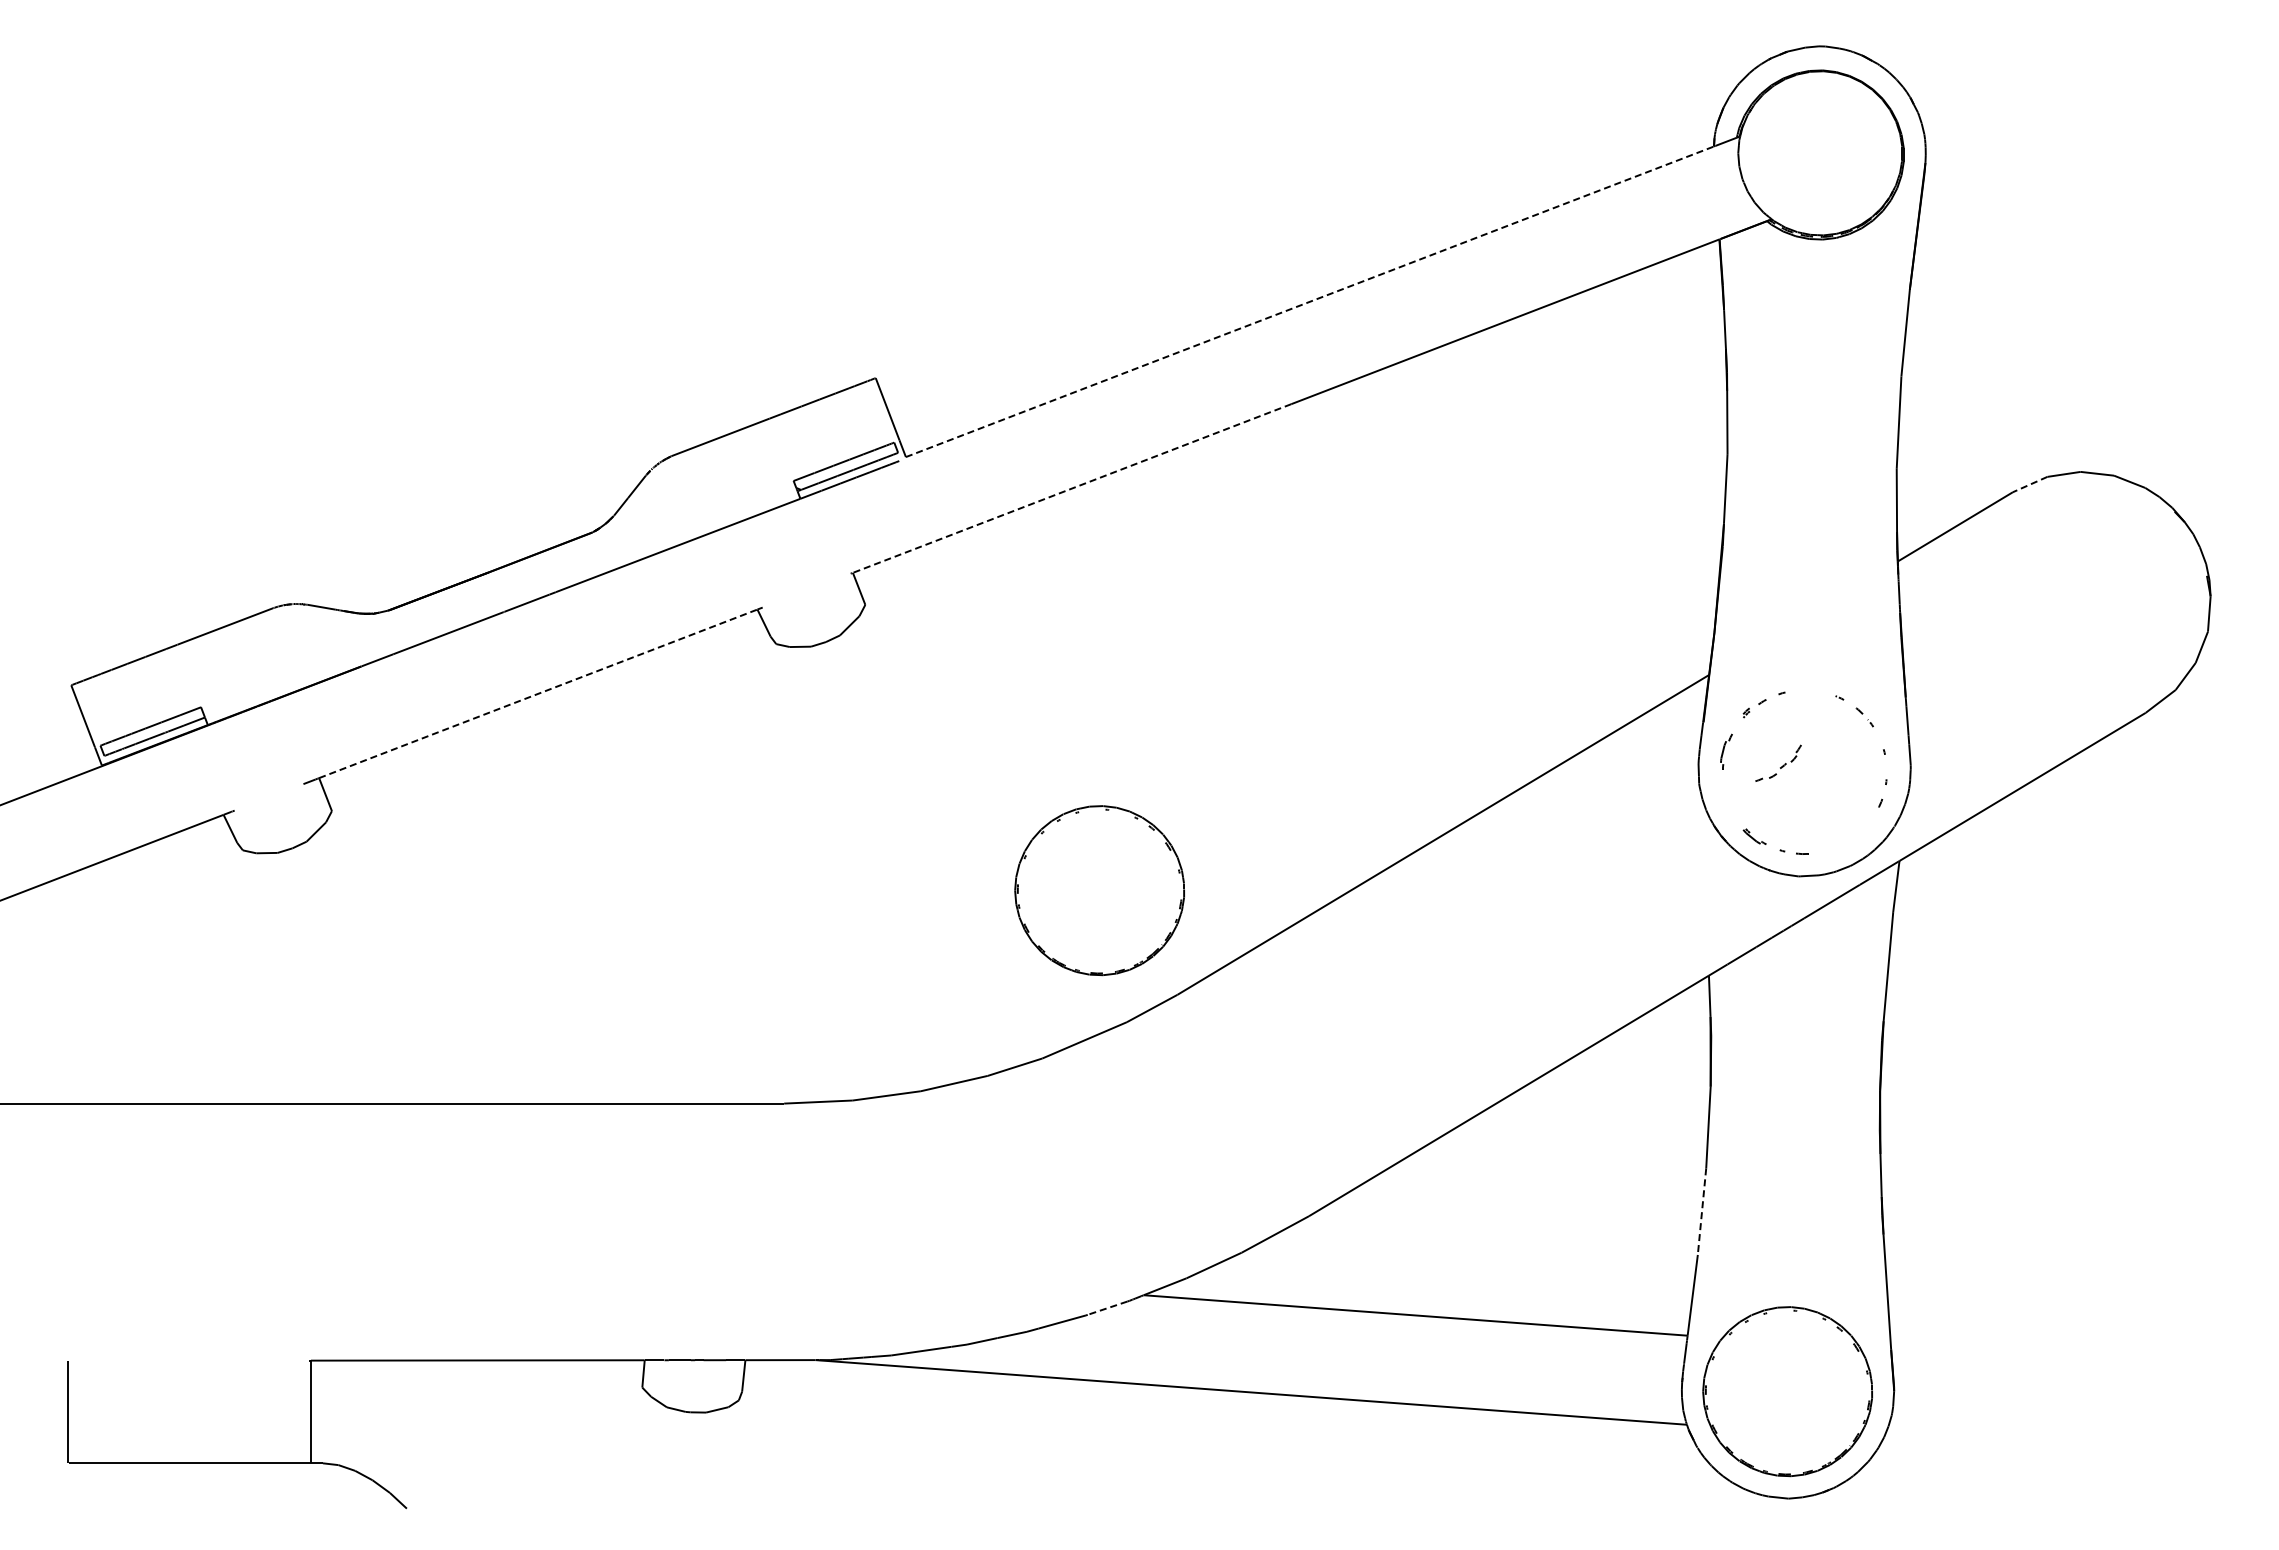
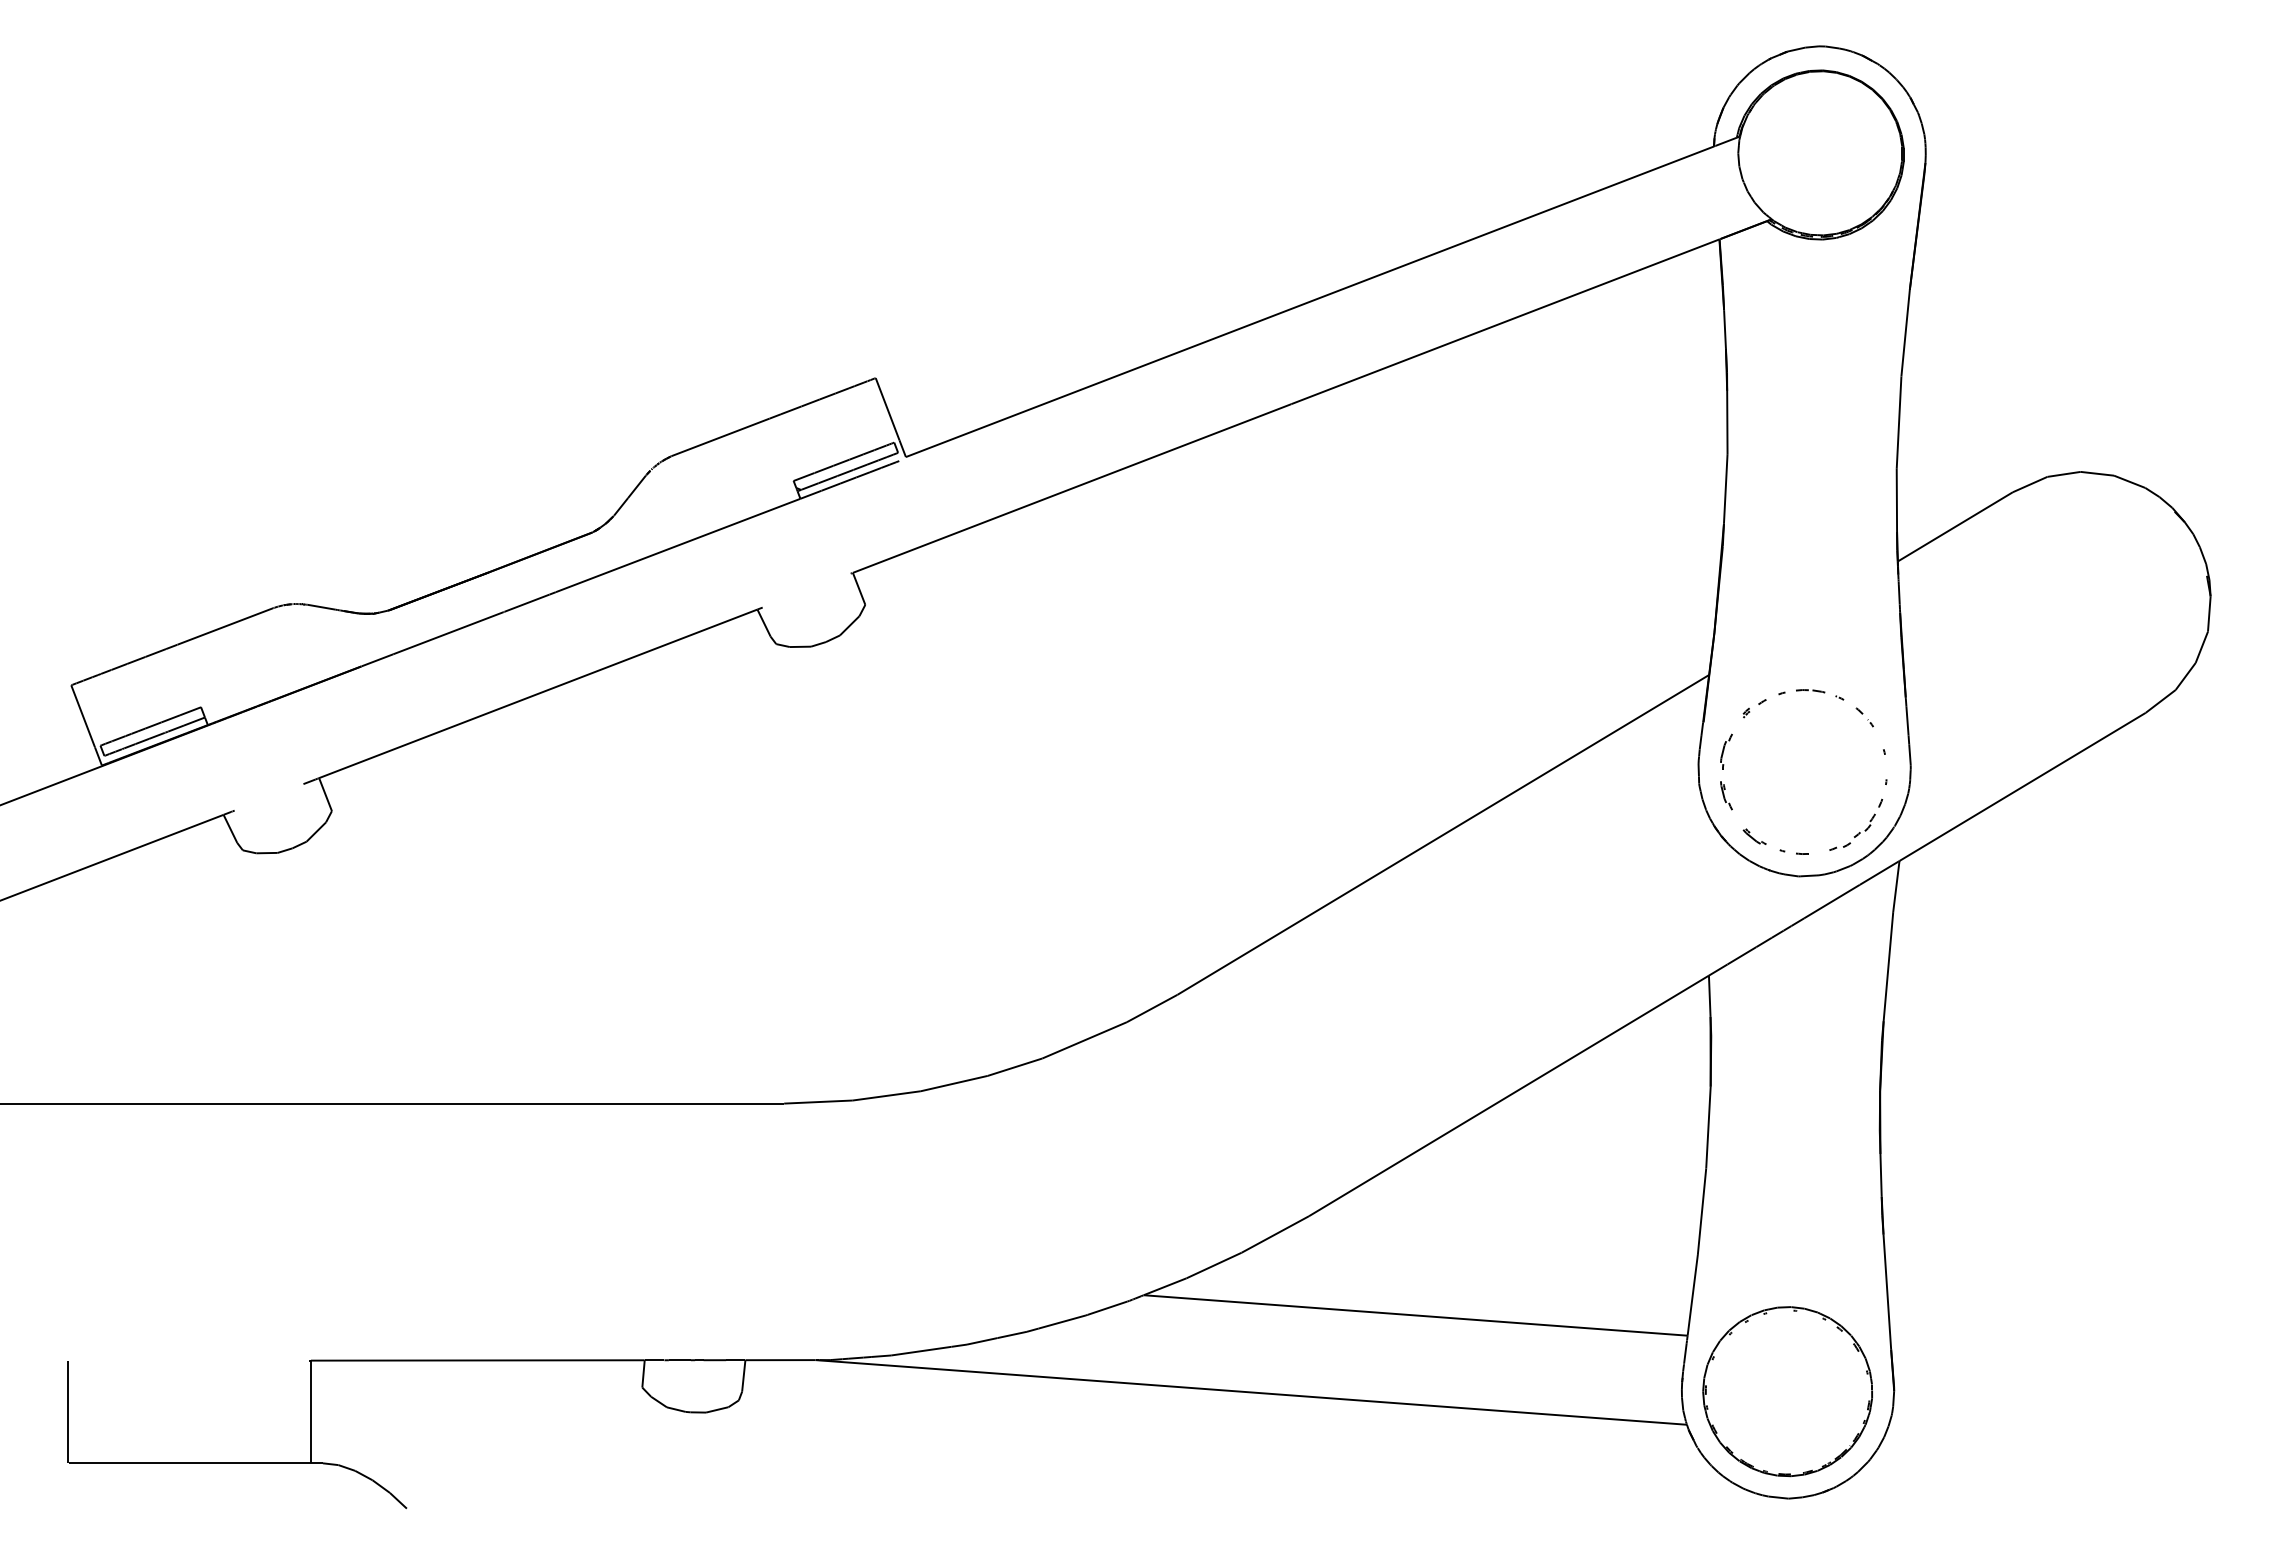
line at (1309, 301): dashed -> solid
line at (2030, 484): dashed -> solid
line at (1072, 488): dashed -> solid
part at (1810, 691): none -> present
line at (538, 693): dashed -> solid
part at (1778, 762) position: (1778, 762) -> (1852, 831)
part at (1726, 795): none -> present
part at (1099, 890): present -> none
line at (1701, 1212): dashed -> solid
line at (1107, 1308): dashed -> solid
